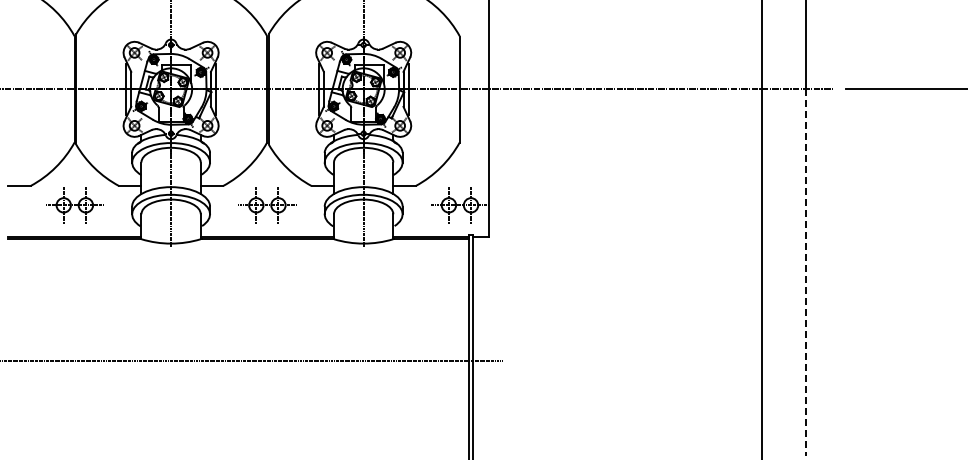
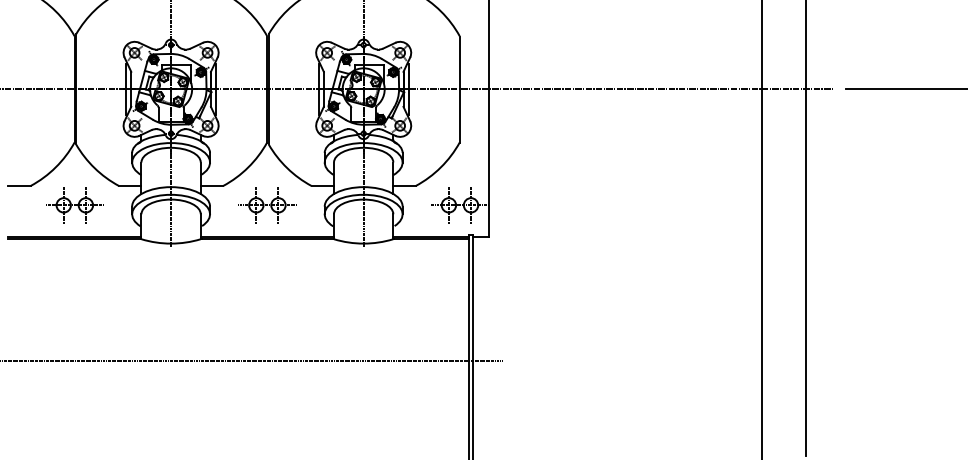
line at (806, 273): dashed -> solid
